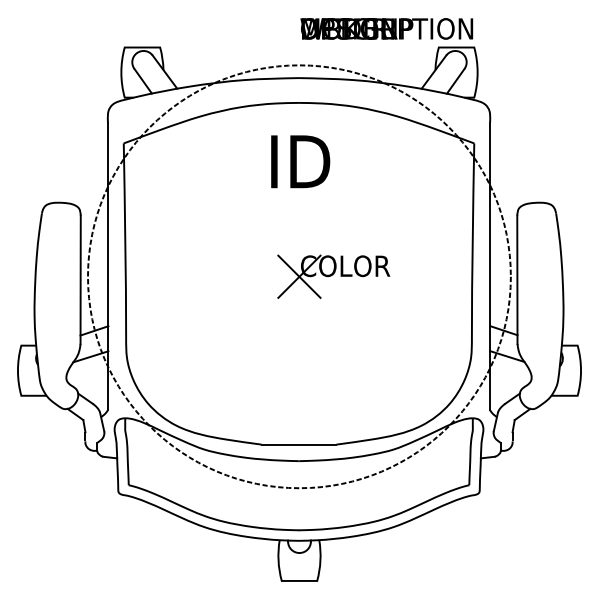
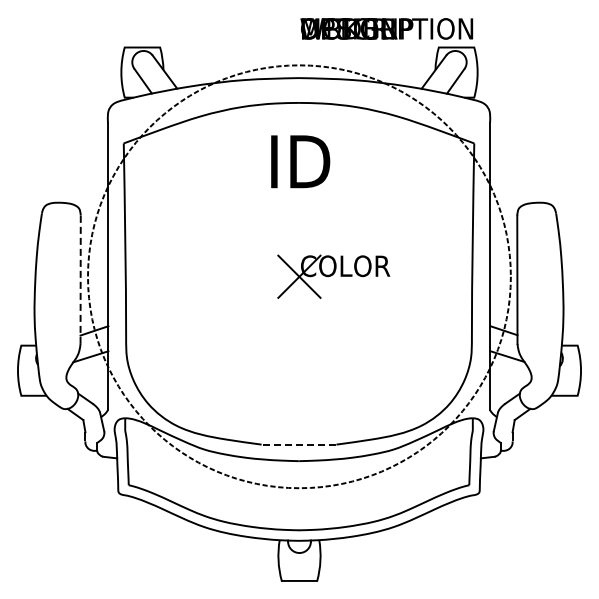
line at (80, 279): solid -> dashed
line at (298, 444): solid -> dashed
